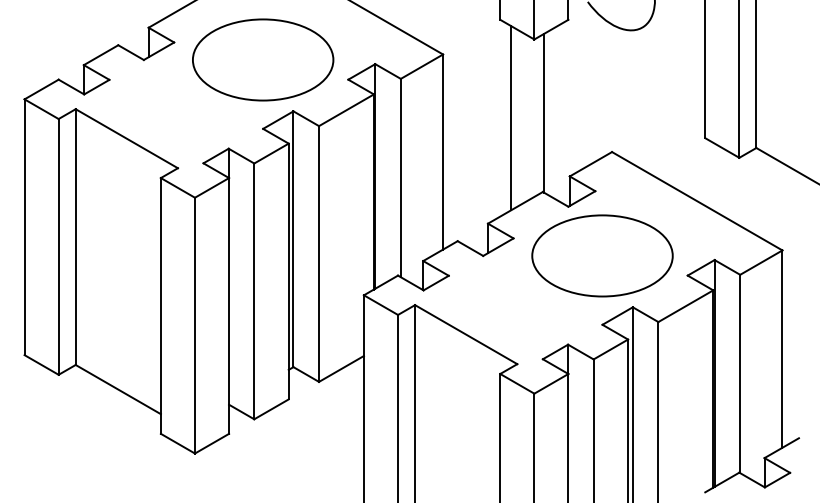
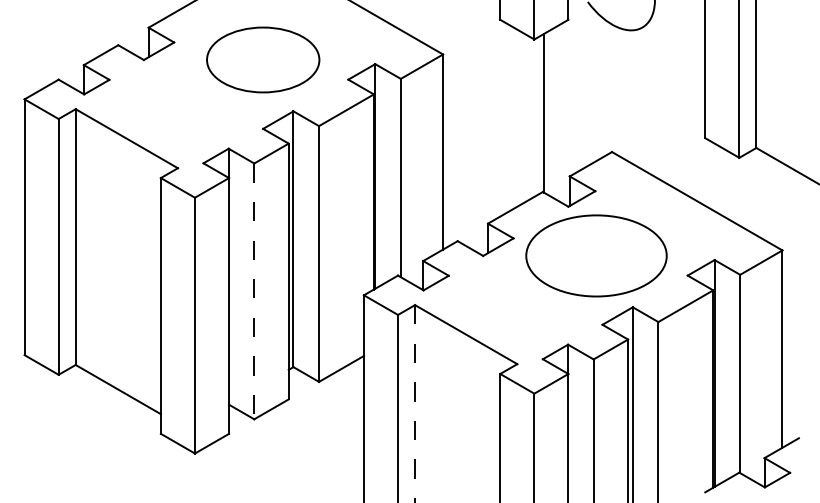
part at (263, 59) size: 143x84 px -> 115x68 px
line at (511, 118): present -> none
part at (602, 255) position: (602, 255) -> (596, 255)
line at (254, 291): solid -> dashed
line at (415, 404): solid -> dashed
